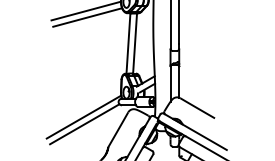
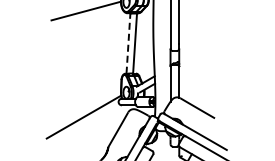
line at (87, 17): present -> none
line at (128, 43): solid -> dashed
line at (84, 124): present -> none
